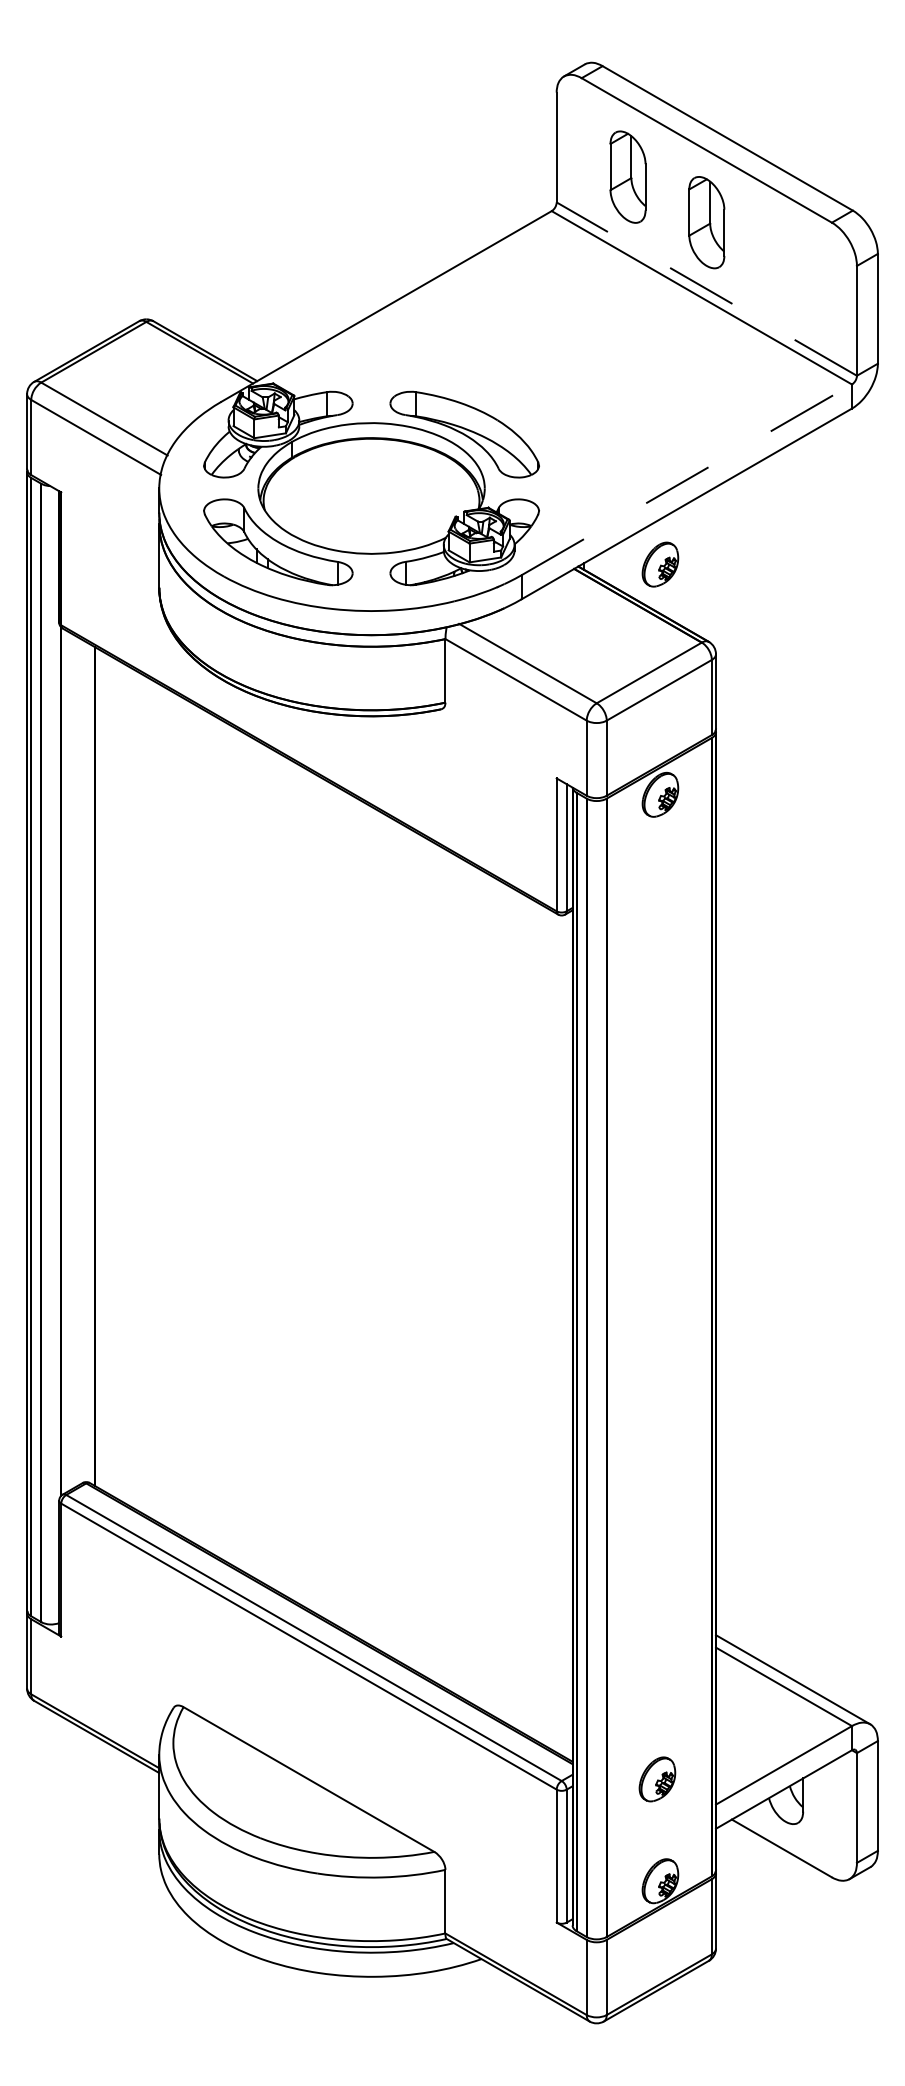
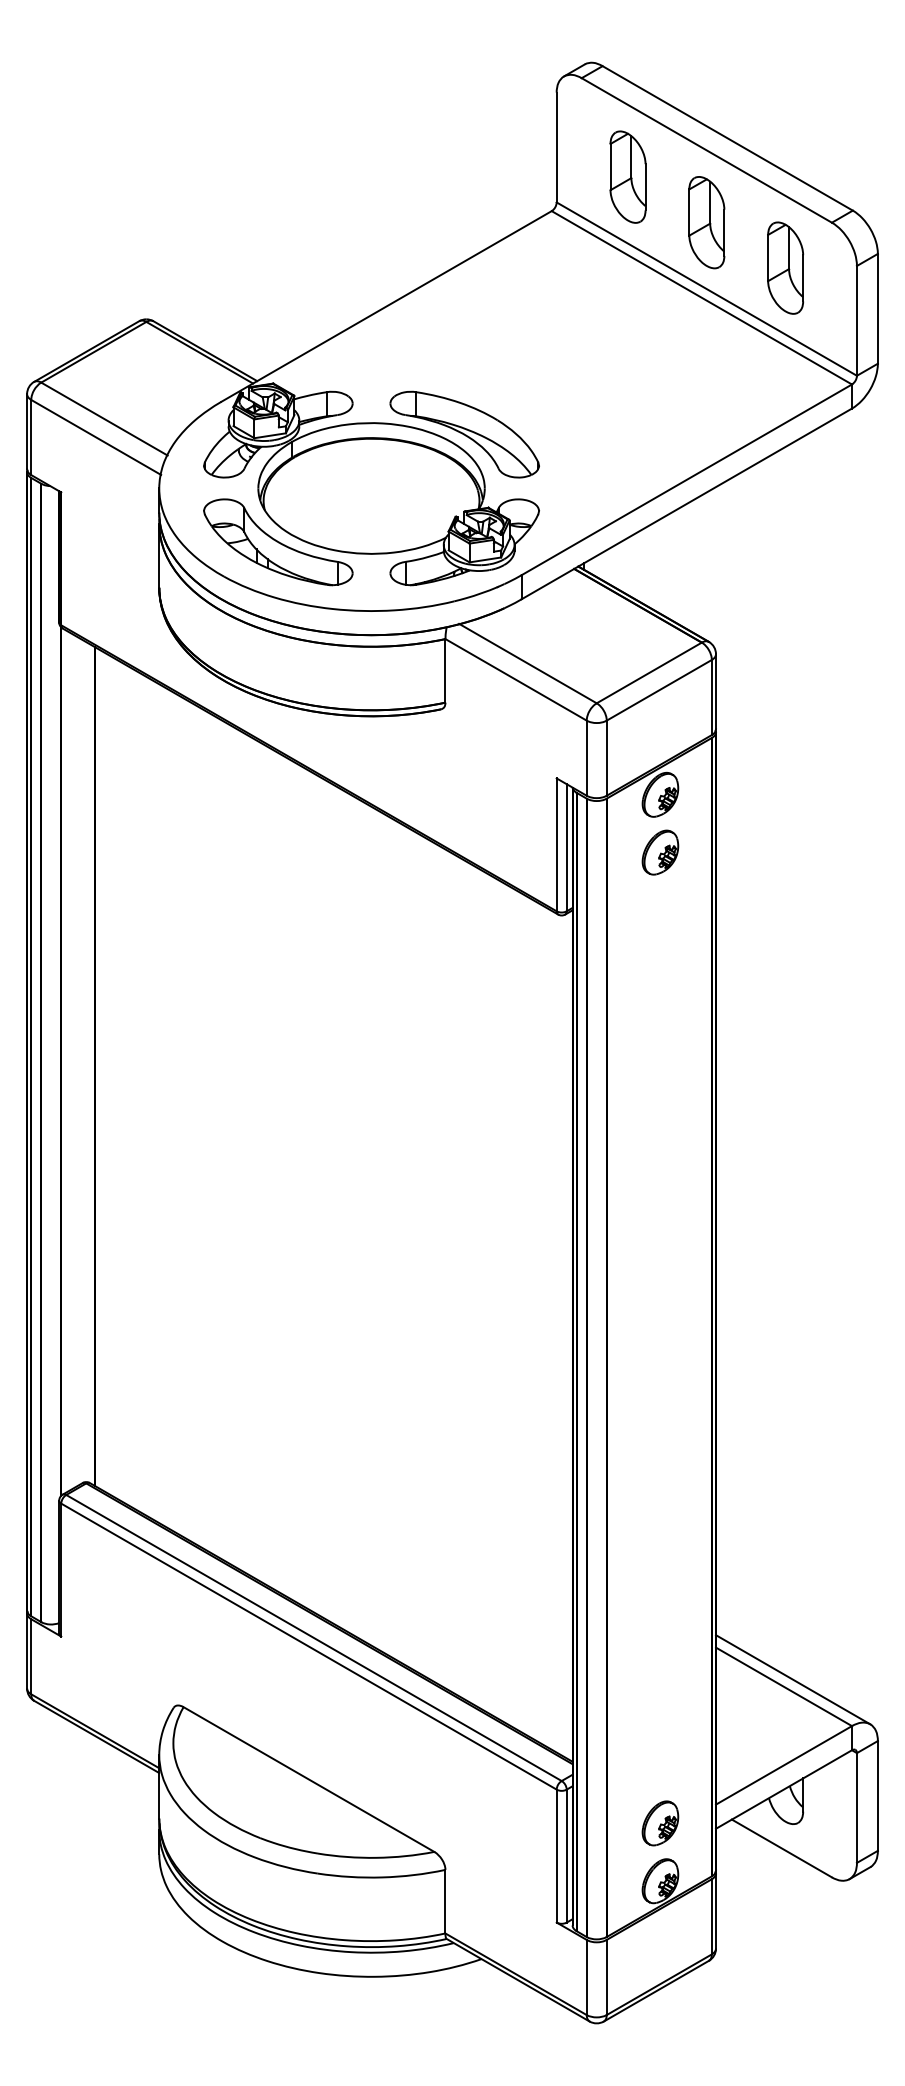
part at (785, 267): none -> present
line at (706, 288): dashed -> solid
line at (686, 479): dashed -> solid
part at (660, 564) position: (660, 564) -> (660, 852)
part at (657, 1779) position: (657, 1779) -> (660, 1823)
